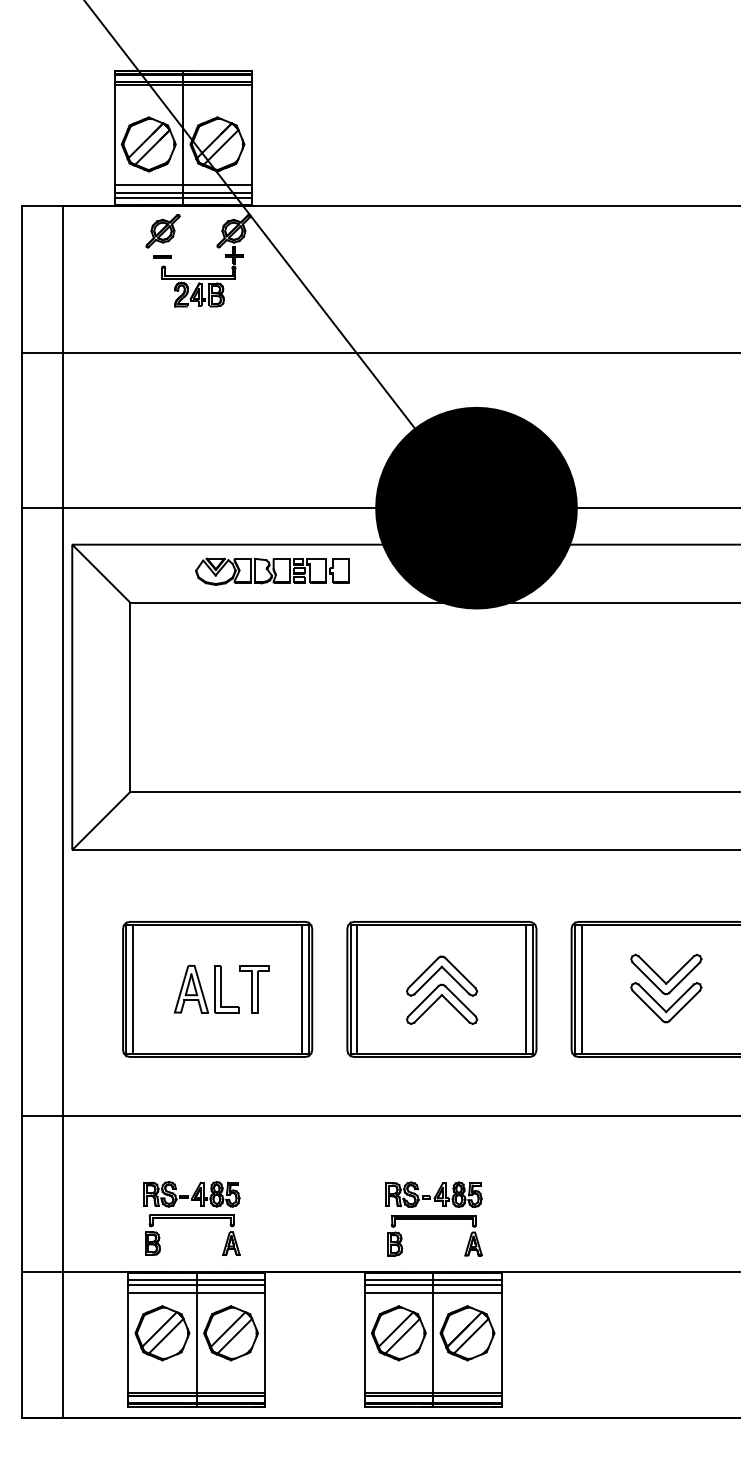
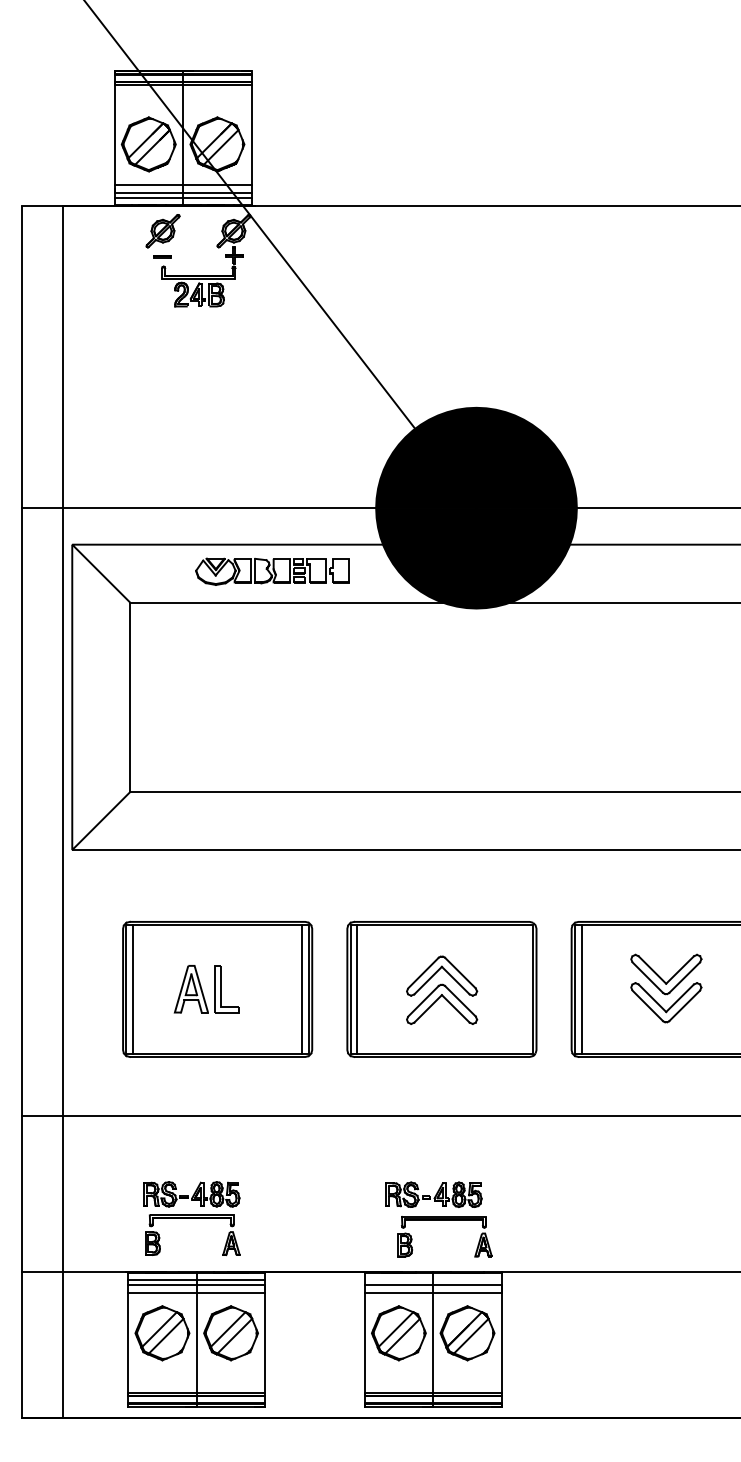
line at (379, 352): present -> none
part at (254, 989): present -> none
line at (526, 989): present -> none
part at (434, 1219) position: (434, 1219) -> (444, 1220)
line at (432, 1279): present -> none
